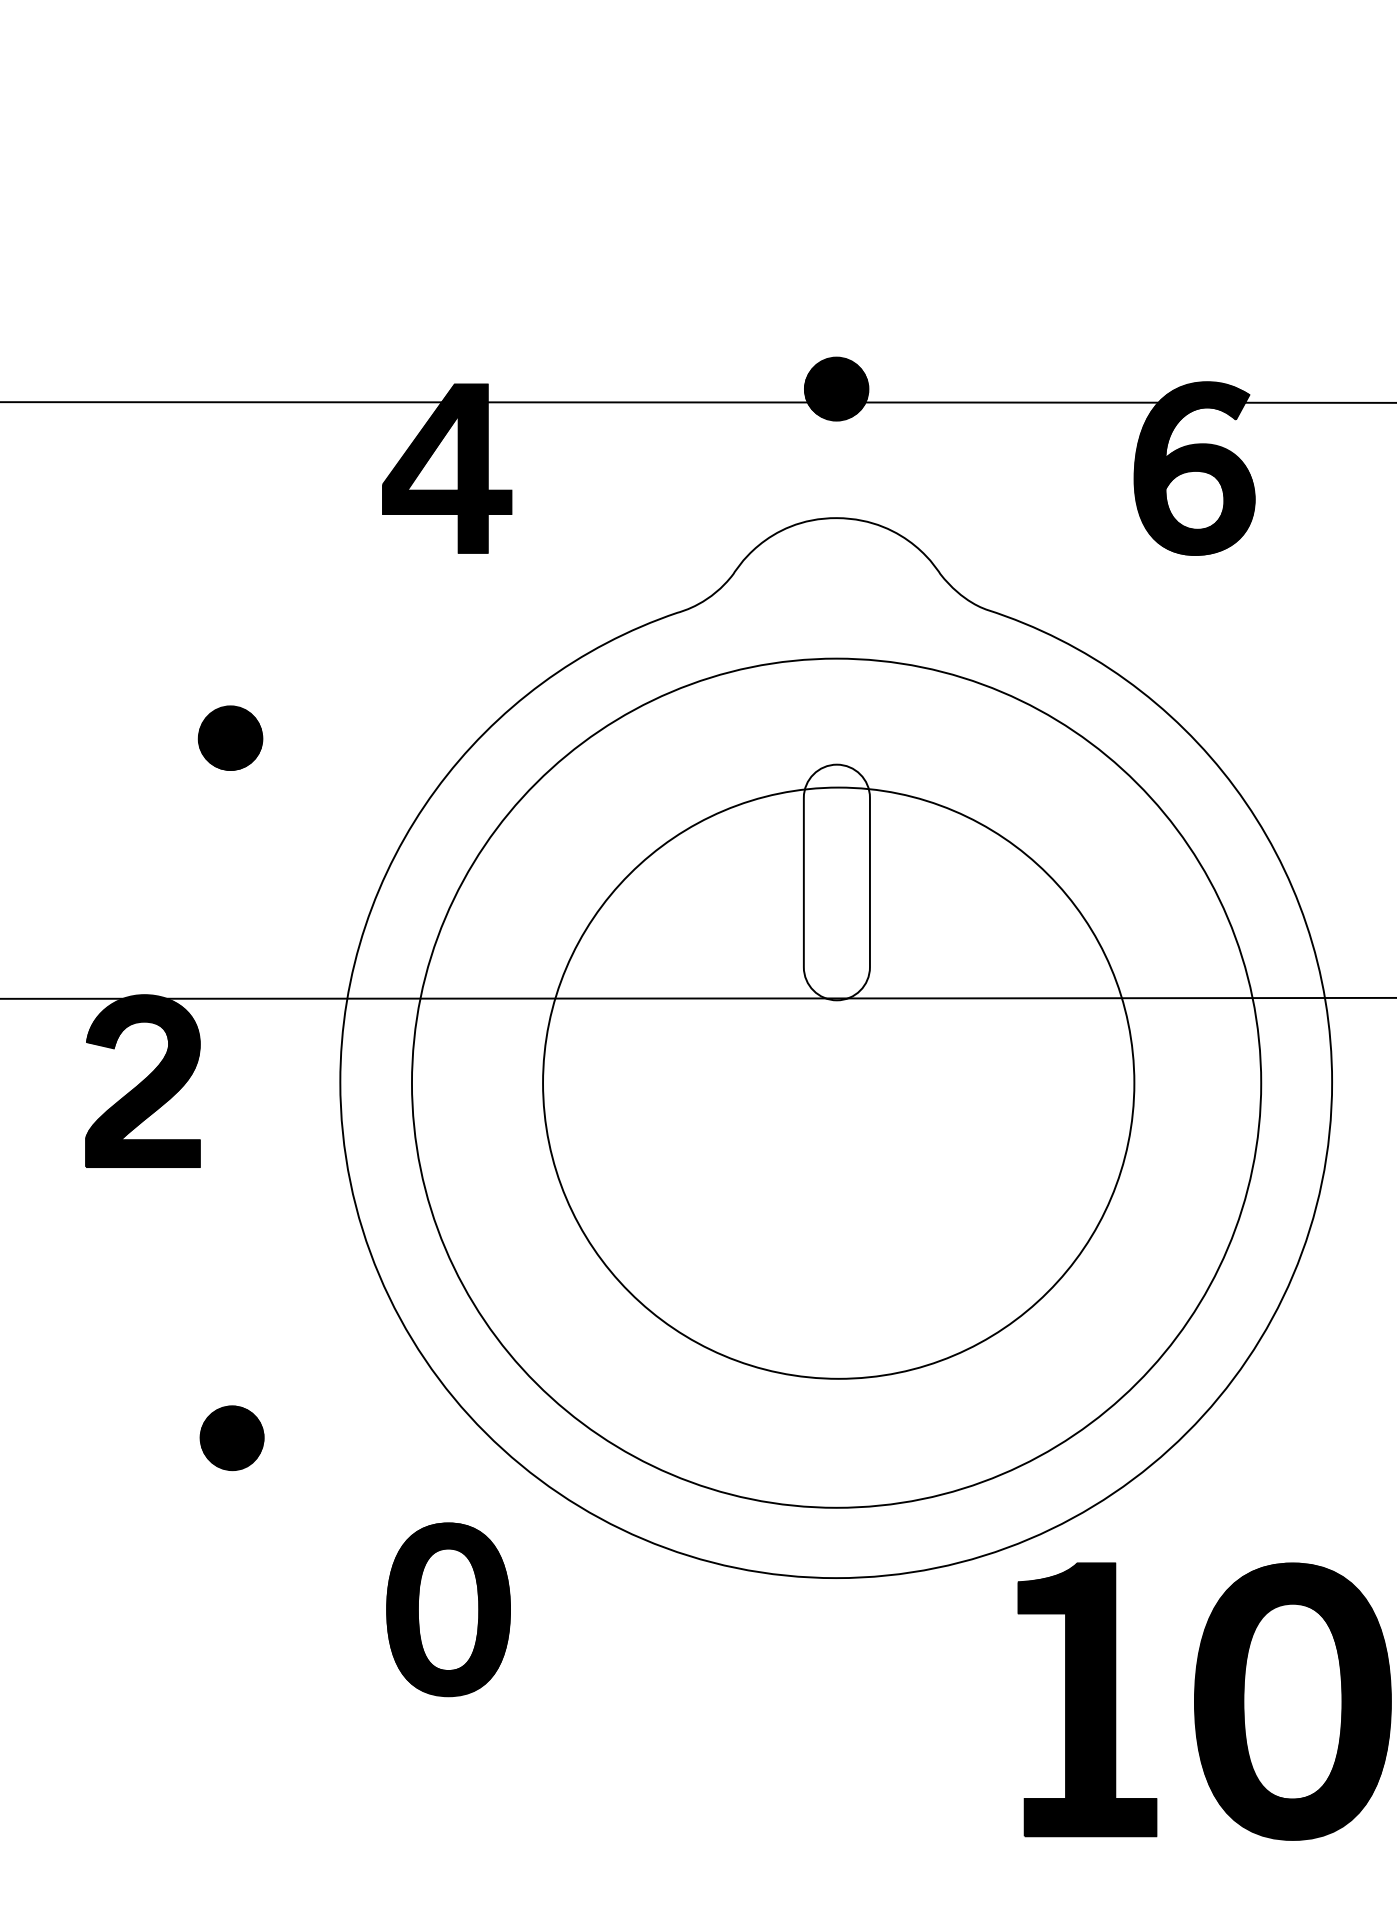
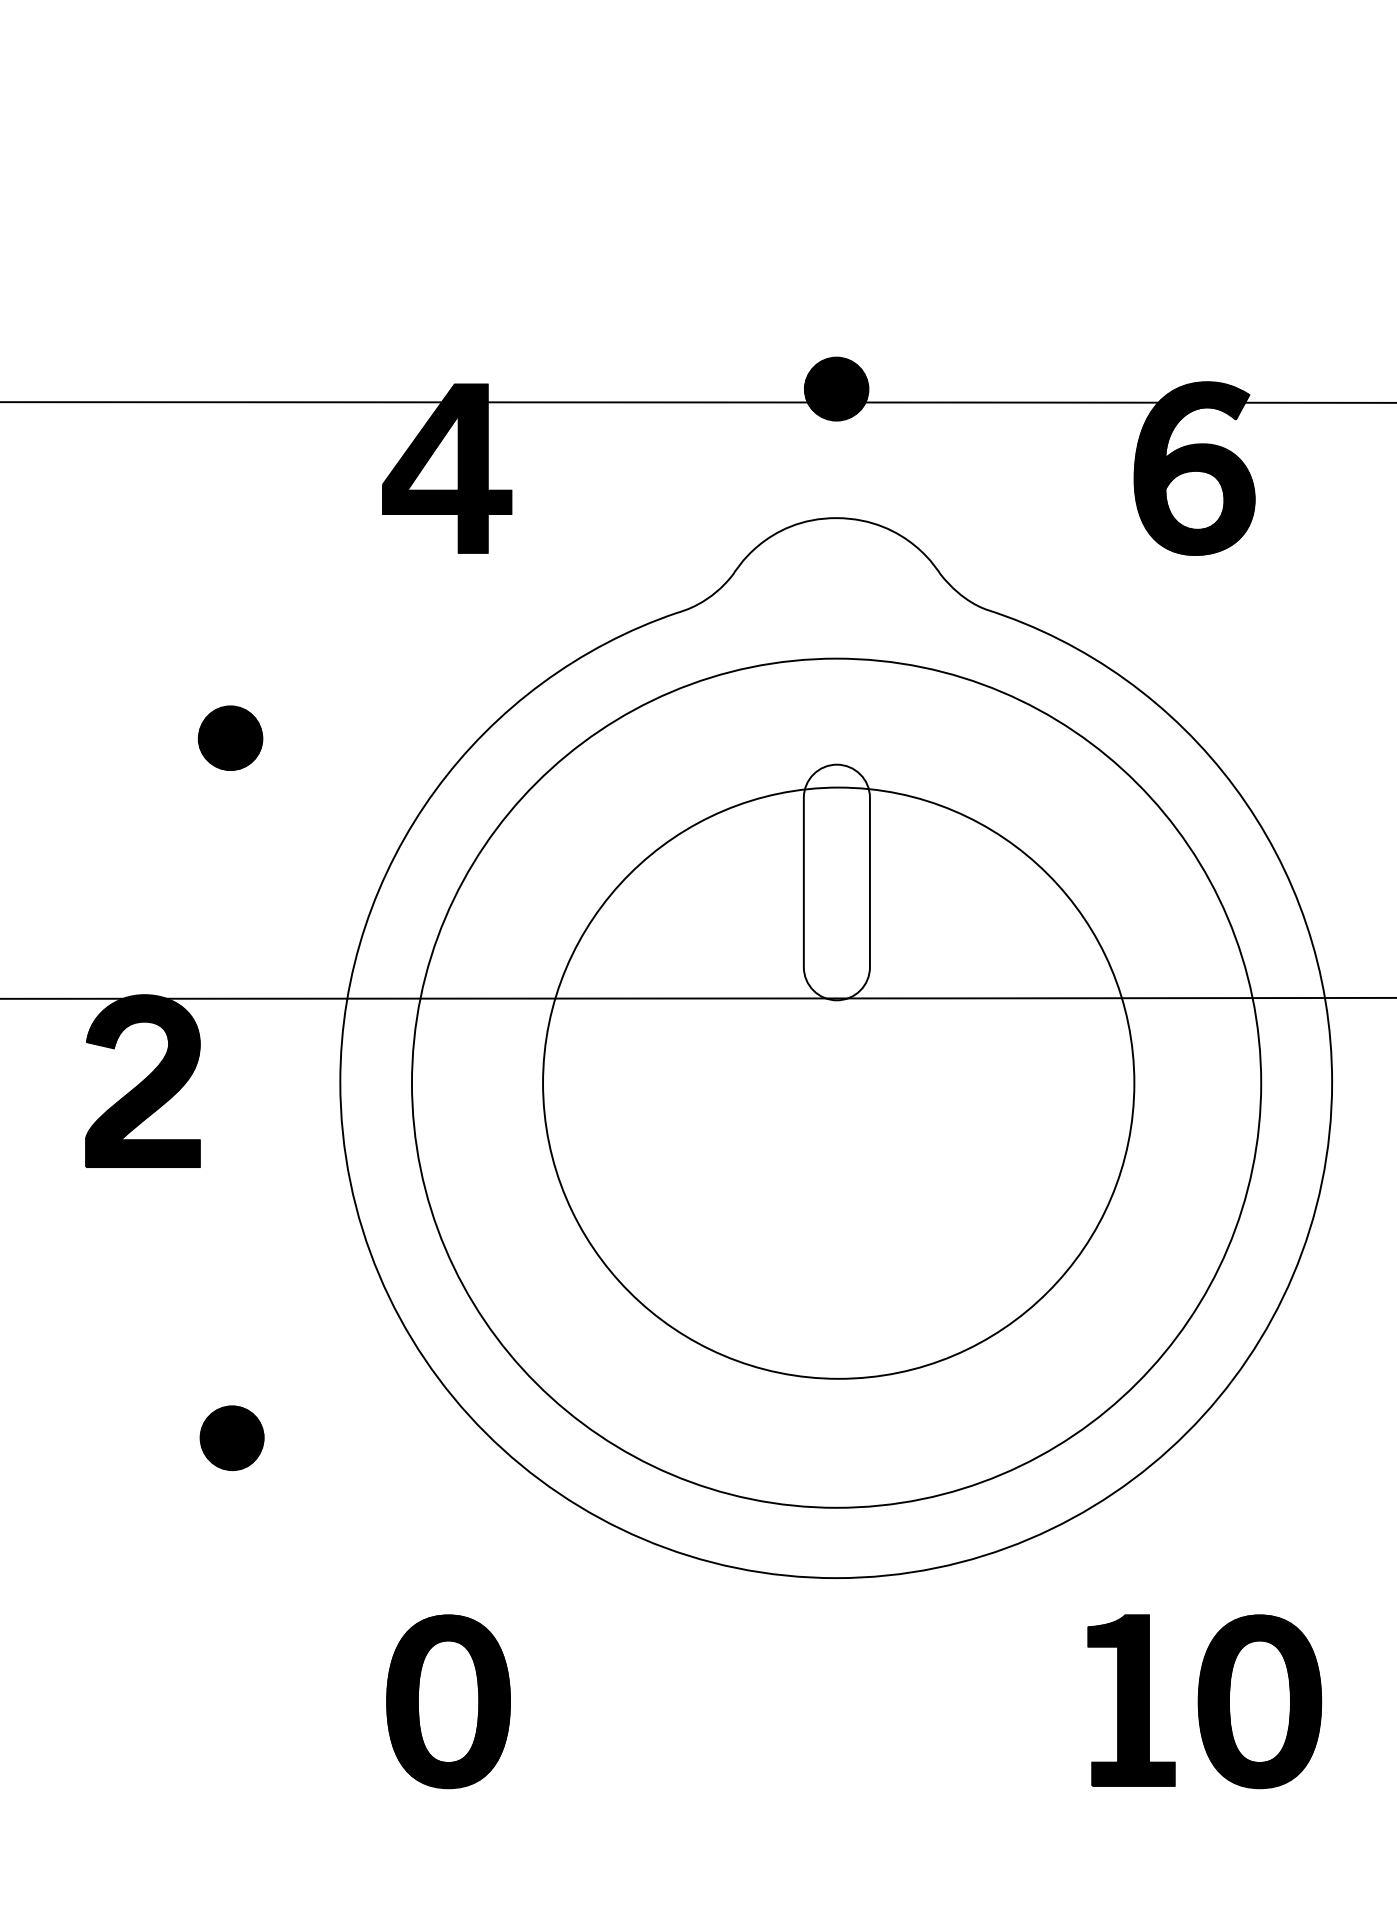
part at (448, 1609) position: (448, 1609) -> (448, 1701)
part at (1204, 1701) size: 375x279 px -> 236x176 px
